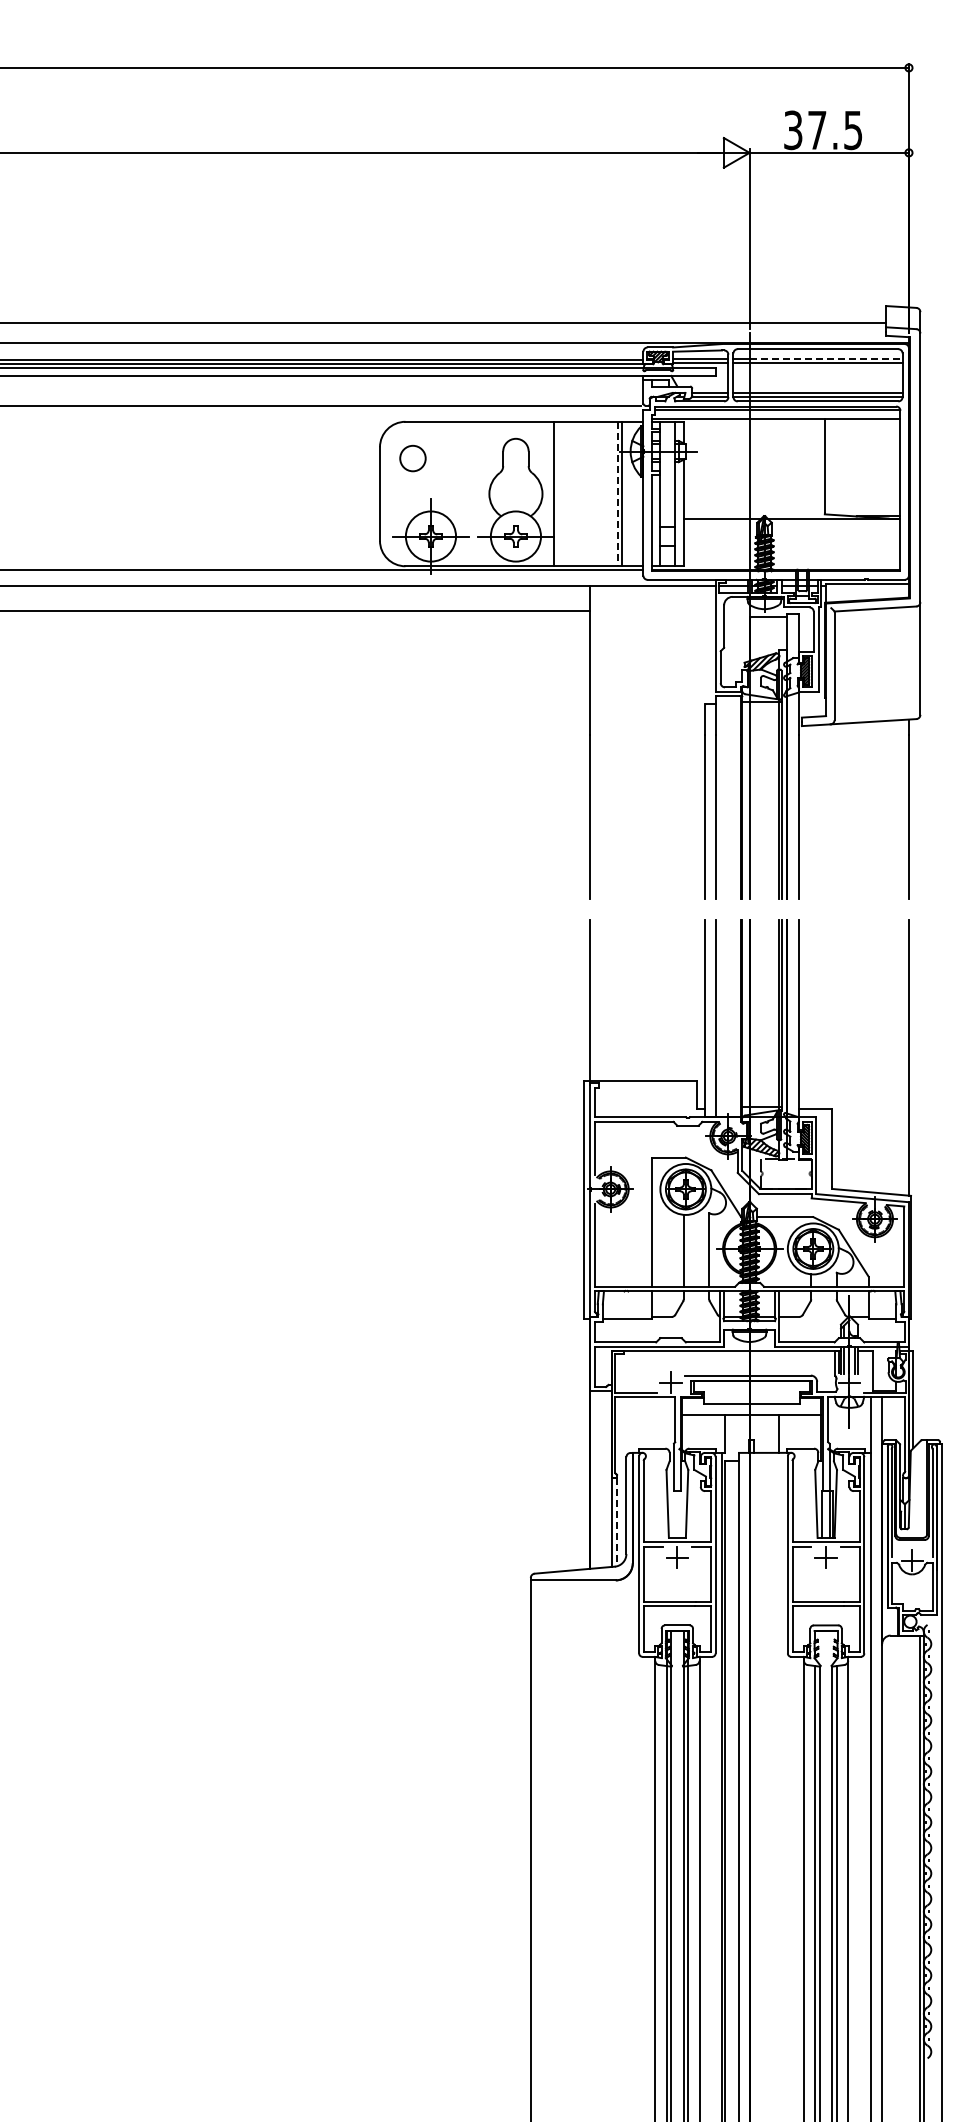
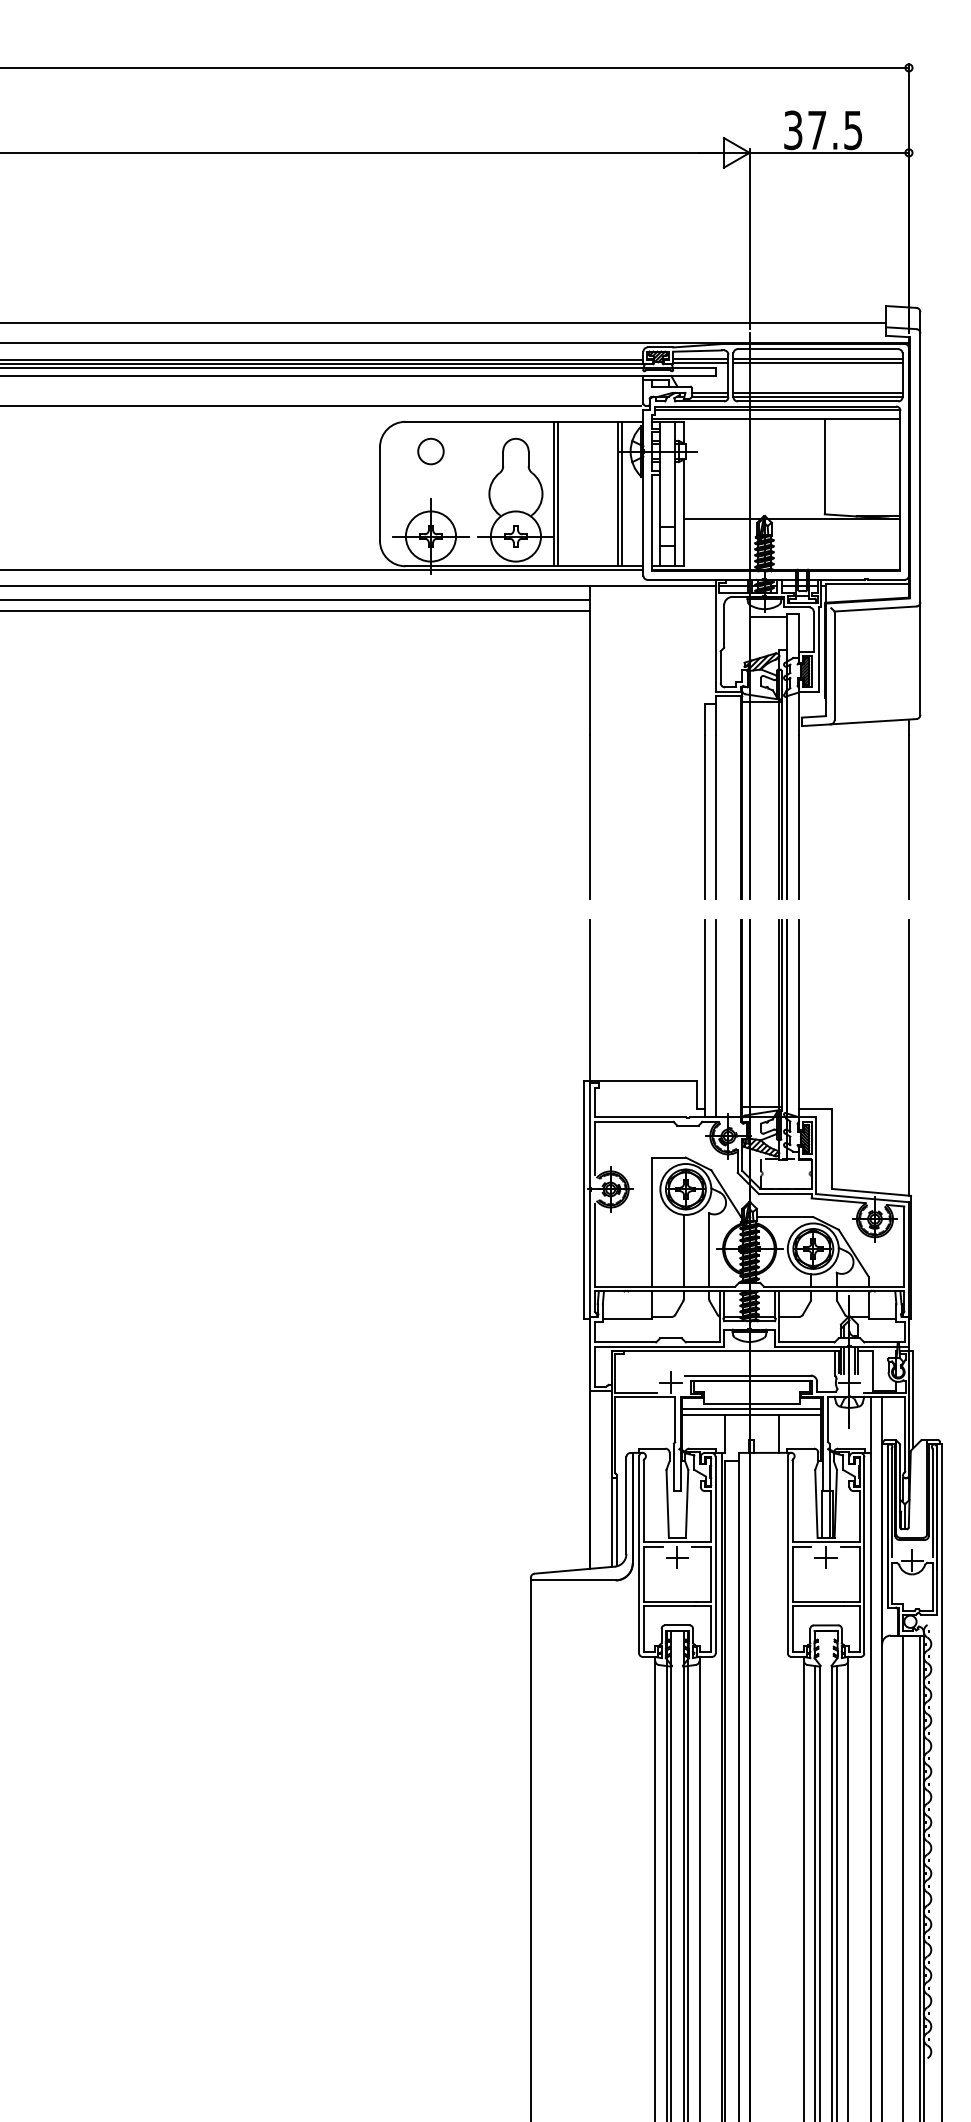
line at (826, 358): dashed -> solid
circle at (412, 458) position: (412, 458) -> (430, 451)
line at (558, 493): none -> present
line at (617, 494): dashed -> solid
line at (296, 599): none -> present
line at (751, 1408): none -> present
line at (617, 1522): dashed -> solid
line at (902, 1876): none -> present
